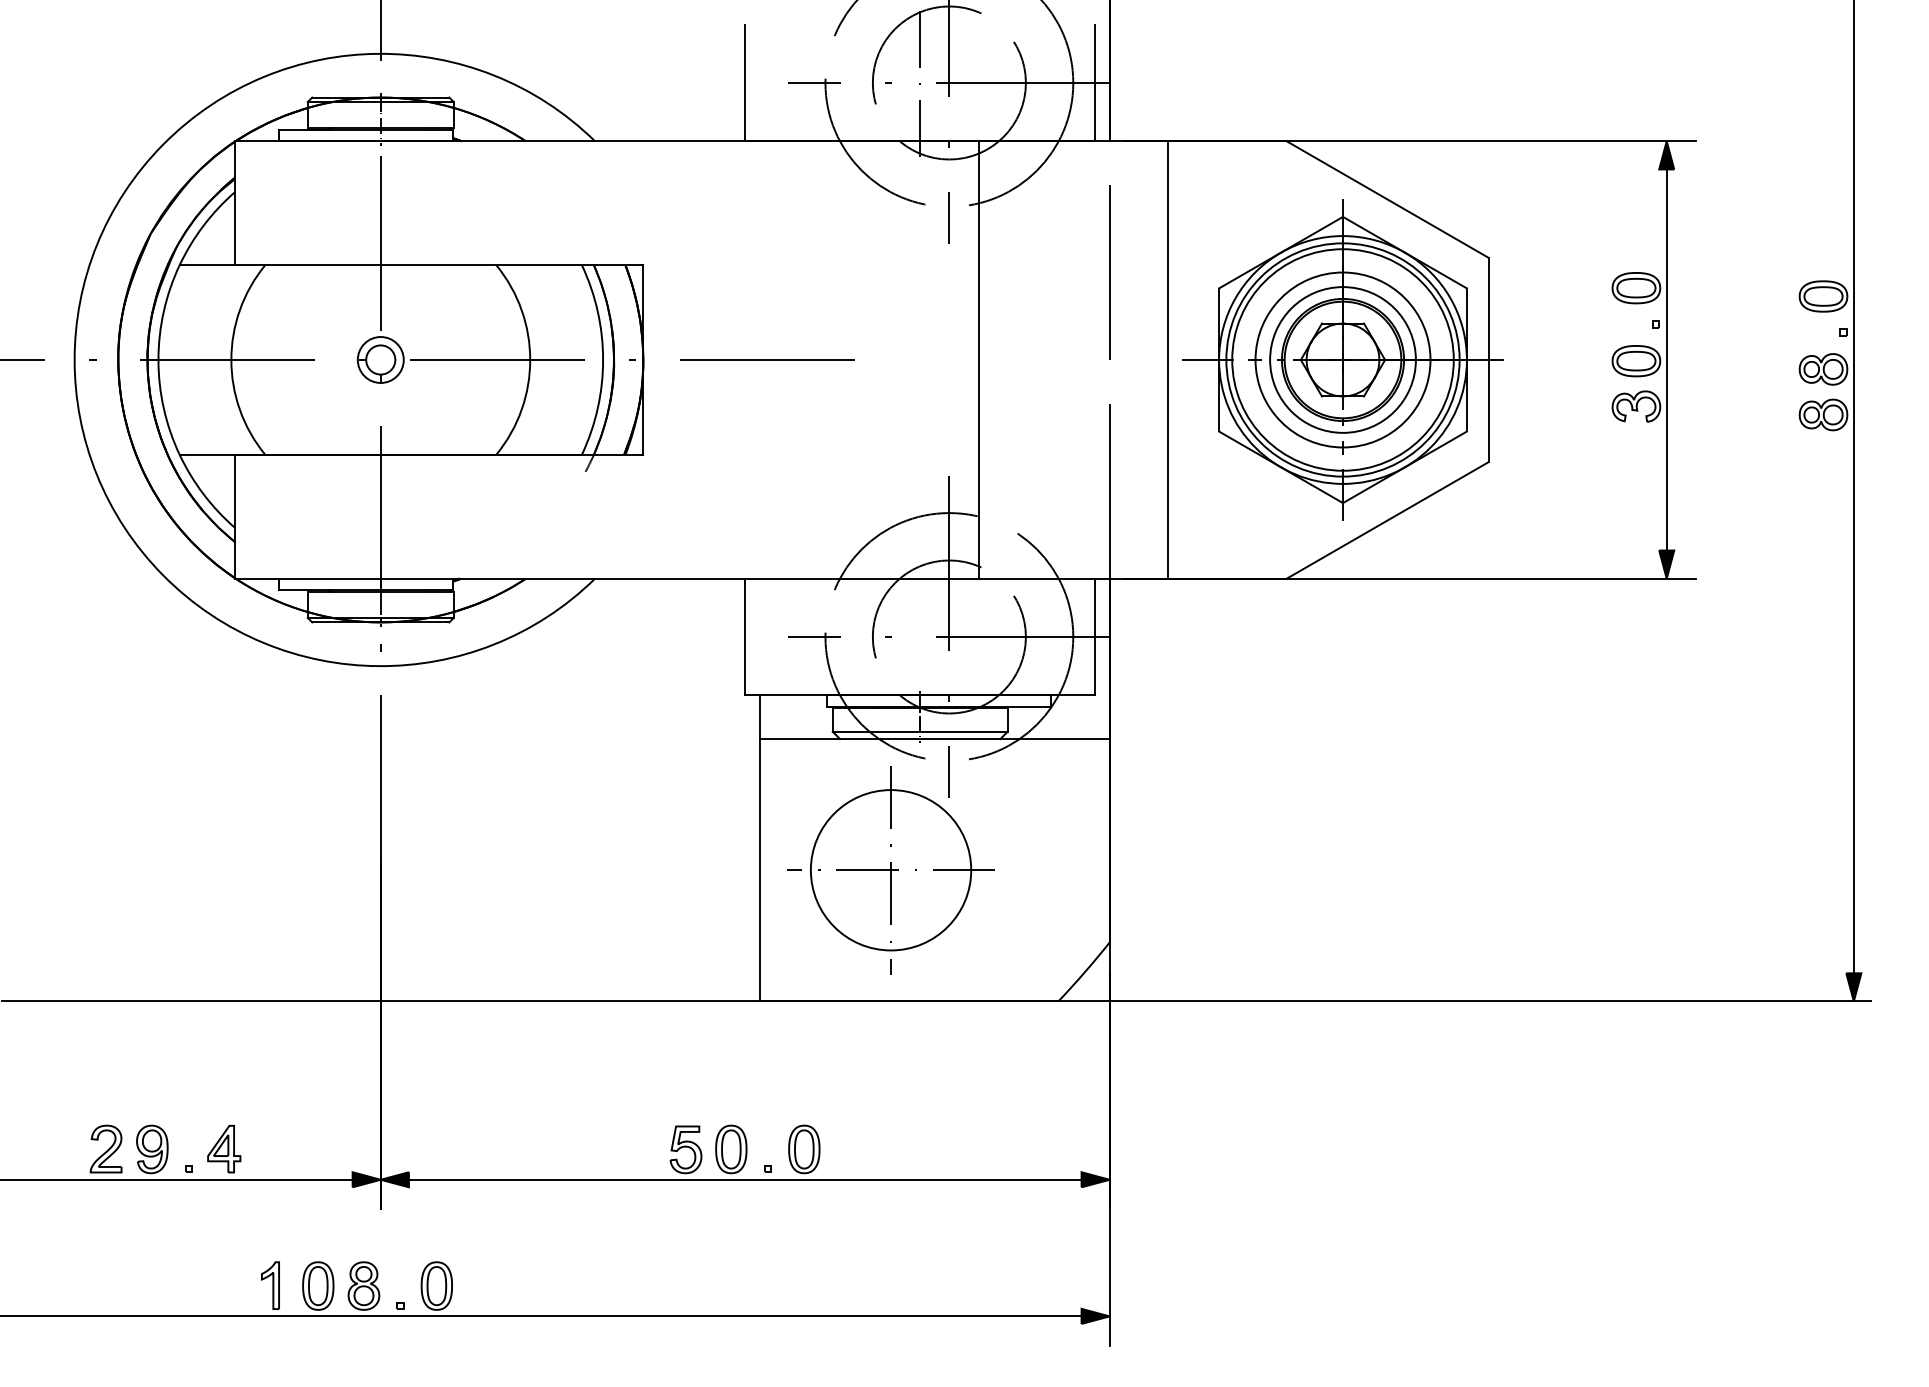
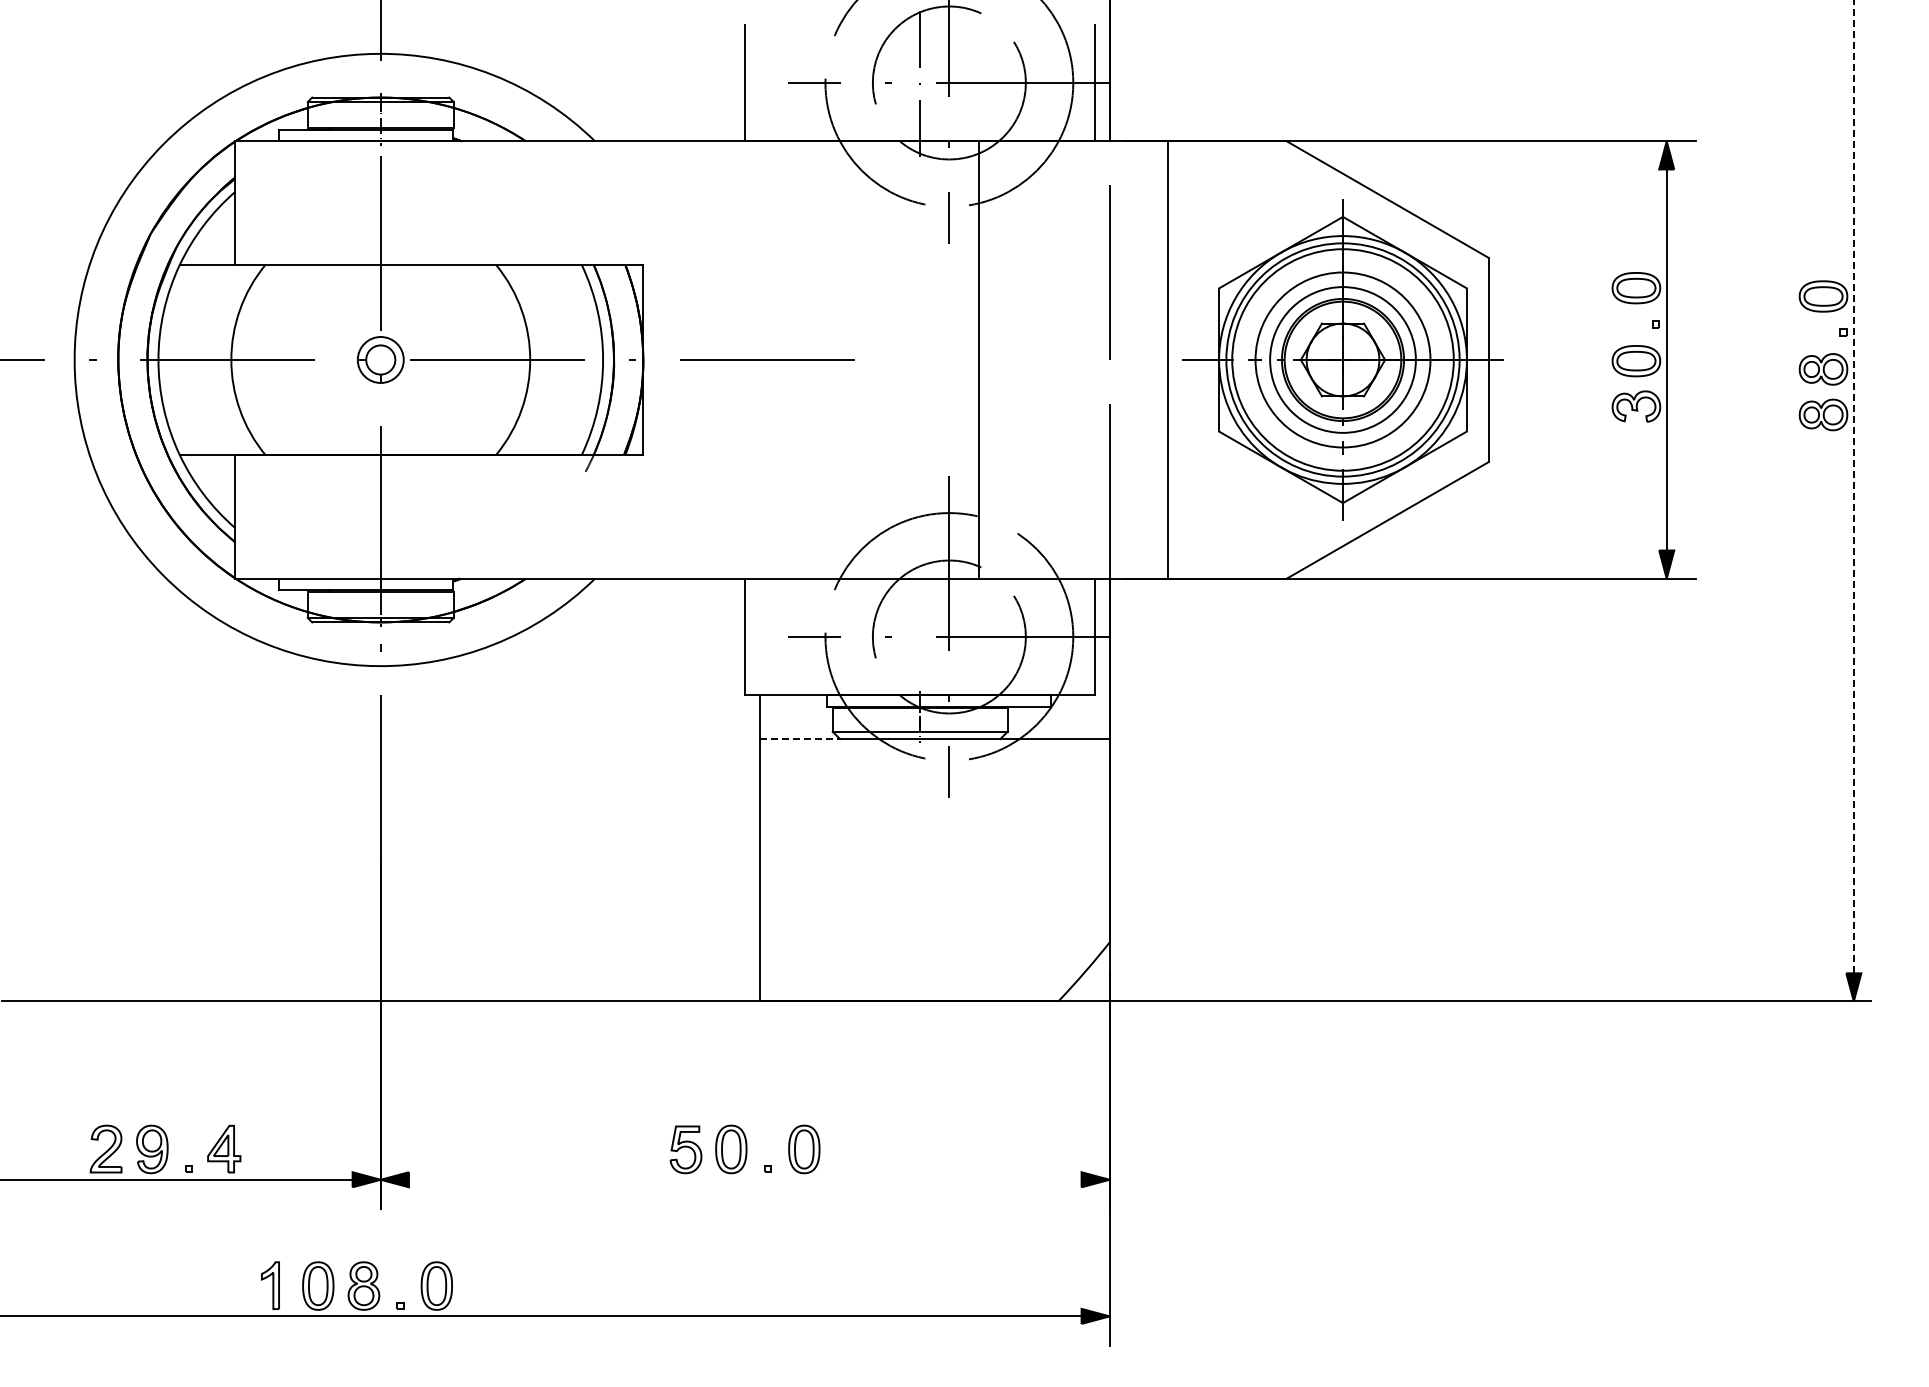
line at (1853, 486): solid -> dashed
line at (800, 739): solid -> dashed
part at (890, 870): present -> none
line at (744, 1179): present -> none
